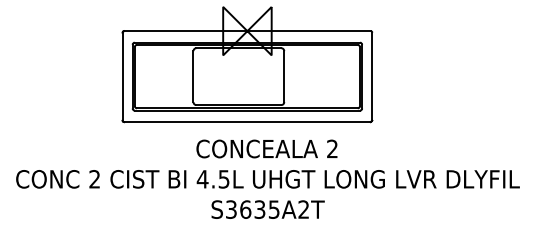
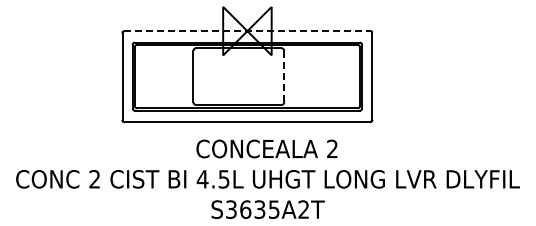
line at (247, 31): solid -> dashed
line at (284, 77): solid -> dashed
